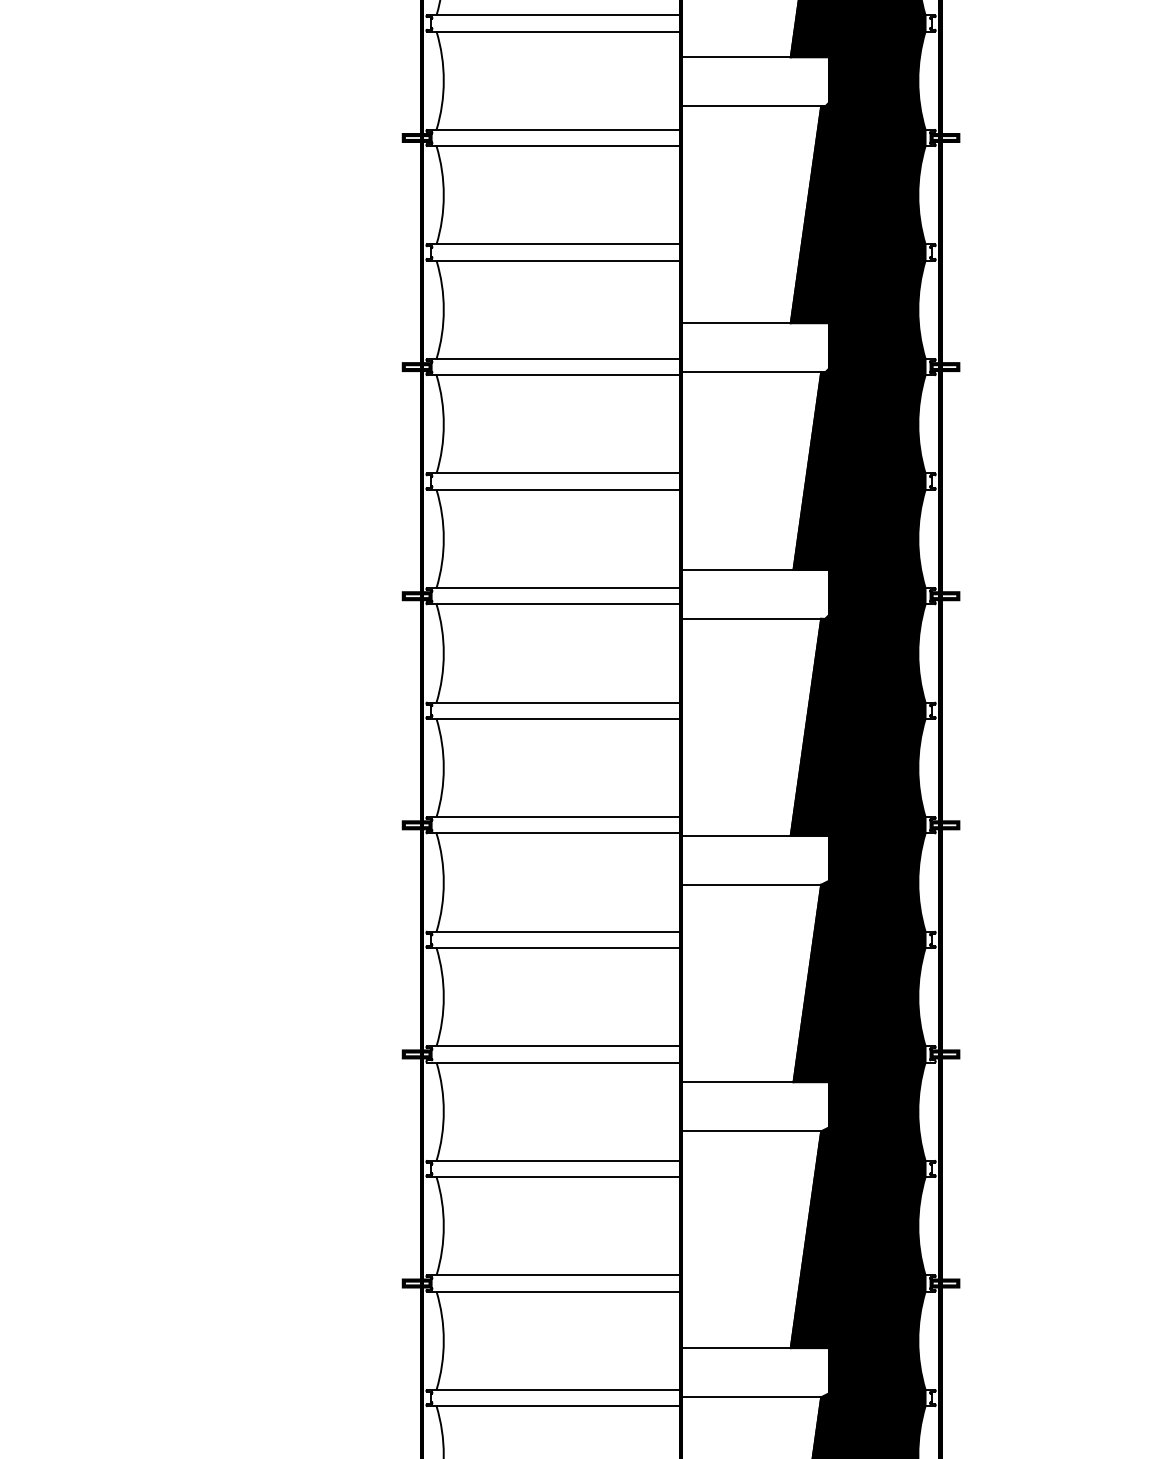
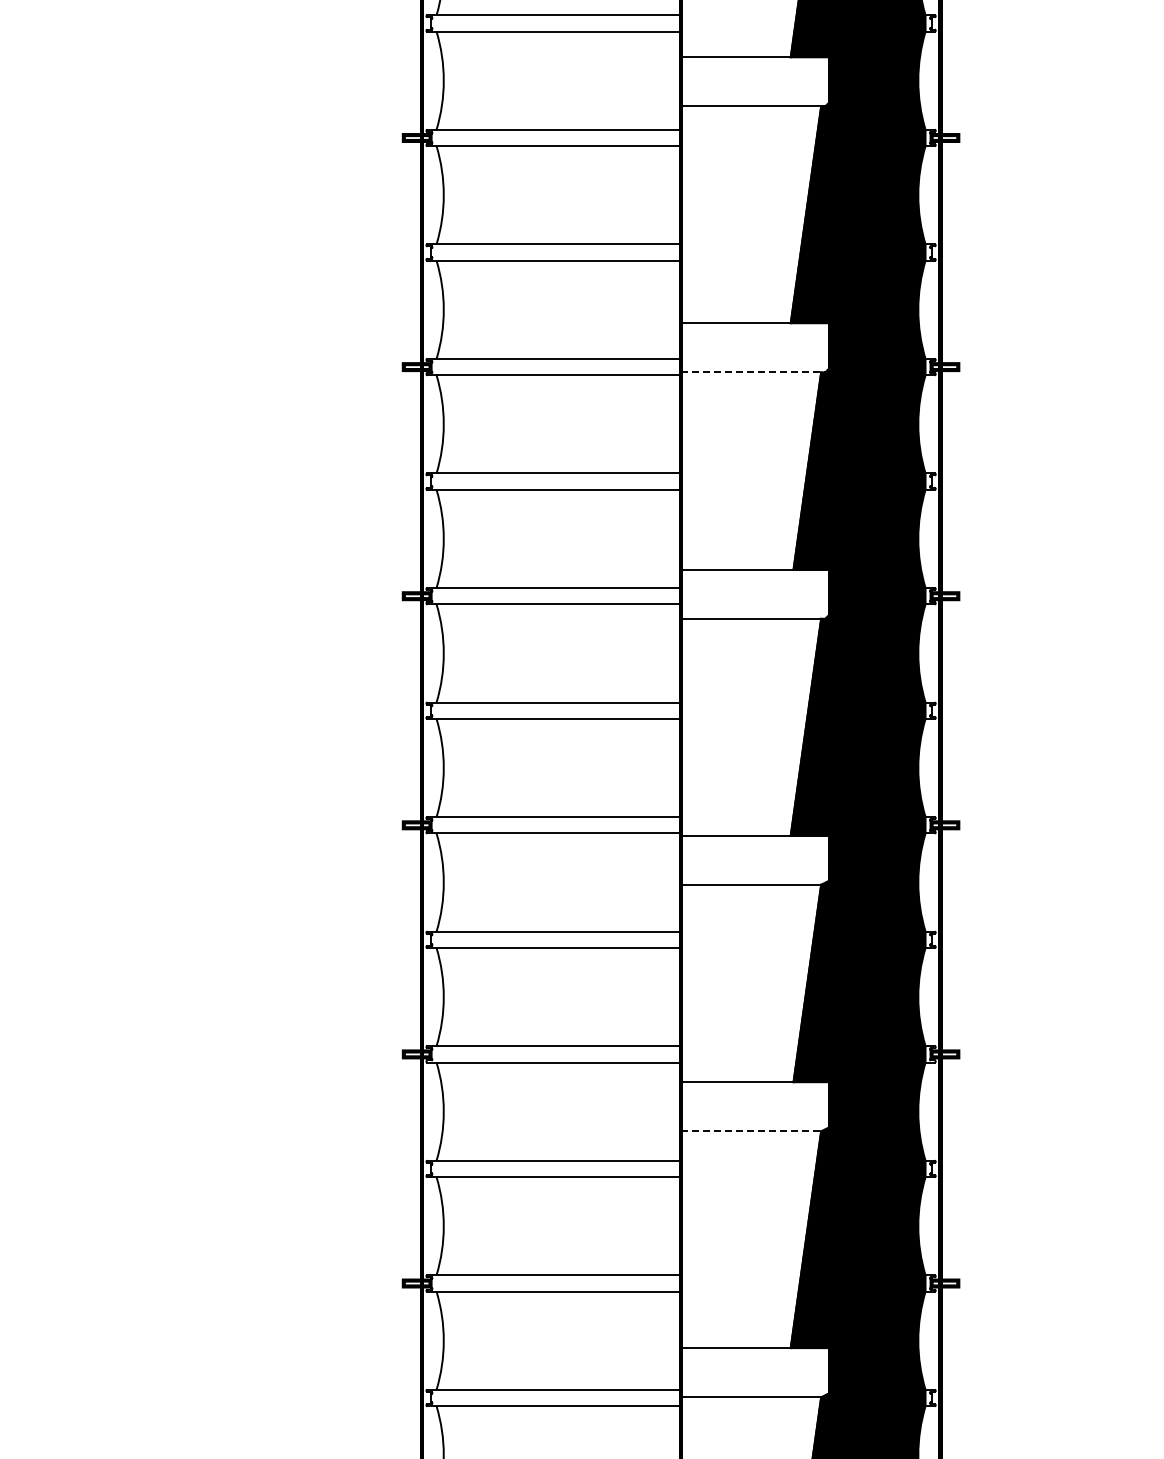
line at (753, 372): solid -> dashed
line at (753, 1131): solid -> dashed
